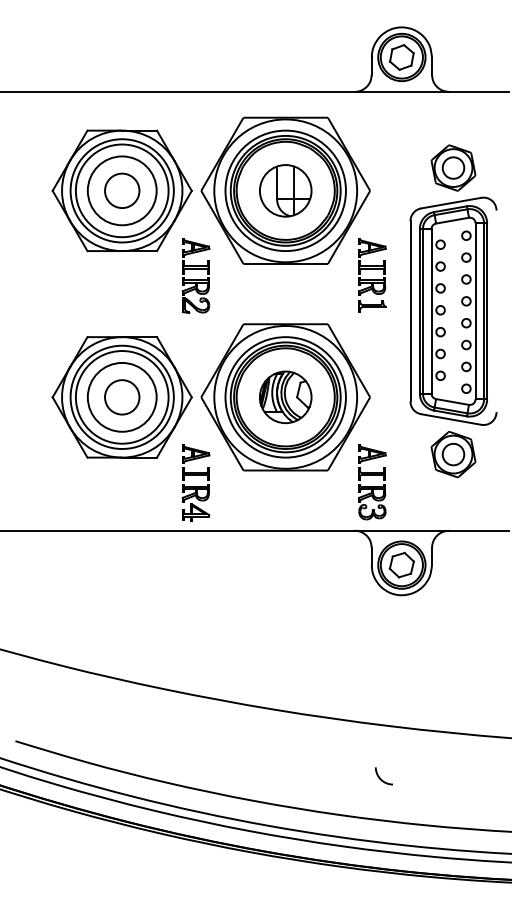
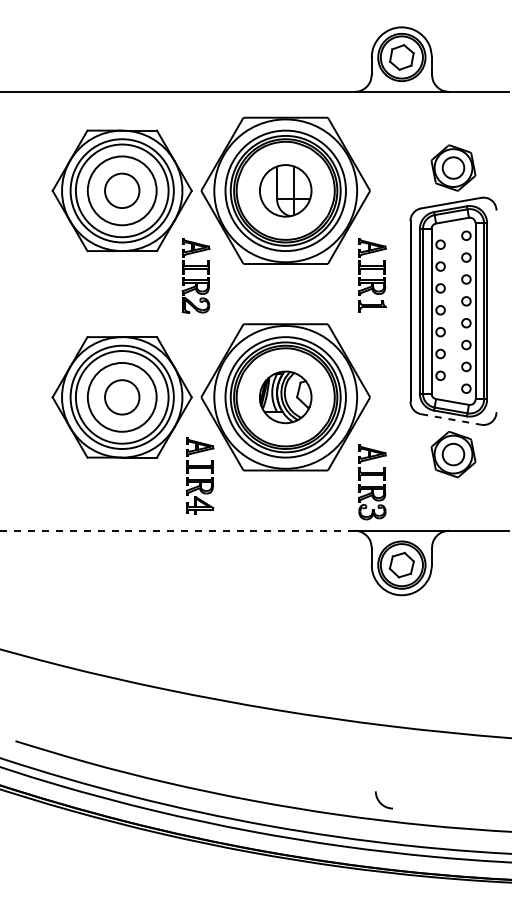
line at (451, 419): solid -> dashed
part at (195, 482) position: (195, 482) -> (199, 475)
line at (176, 530): solid -> dashed
arc at (381, 778) position: (381, 778) -> (381, 802)
